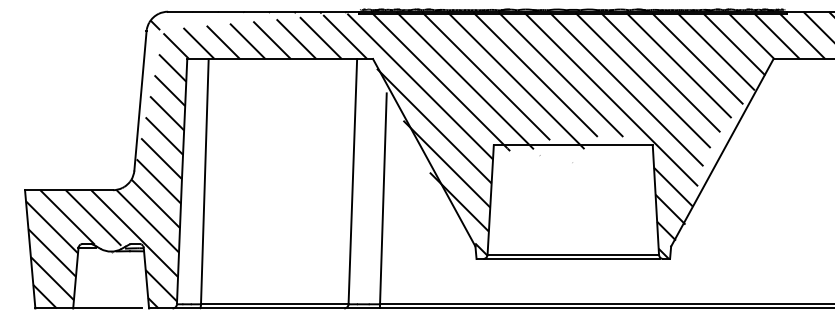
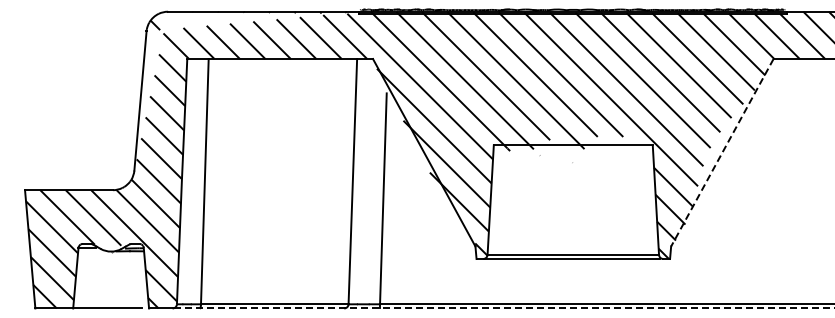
line at (722, 152): solid -> dashed
line at (504, 308): solid -> dashed
